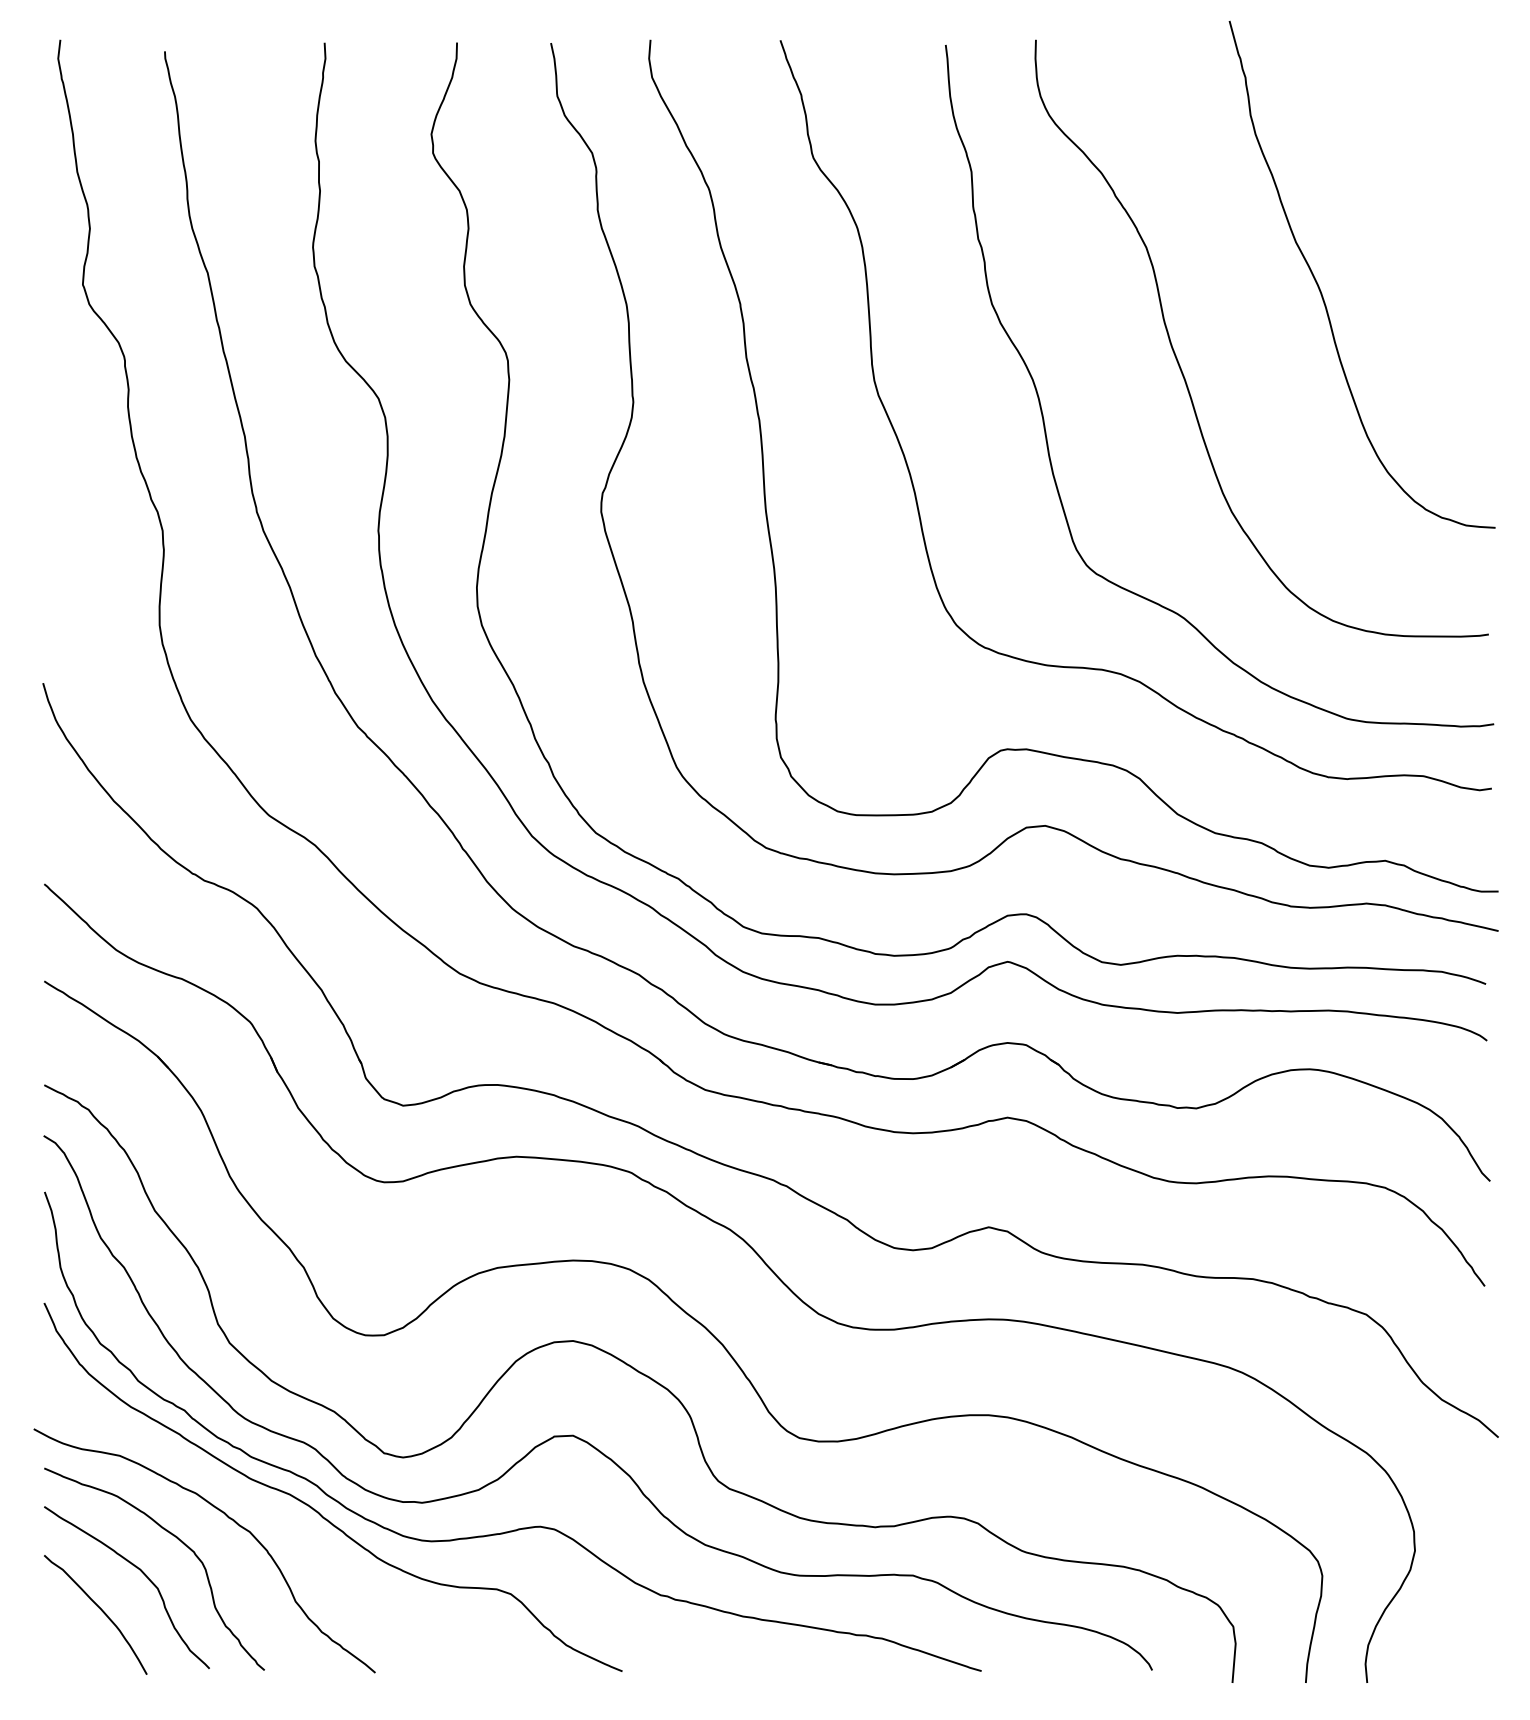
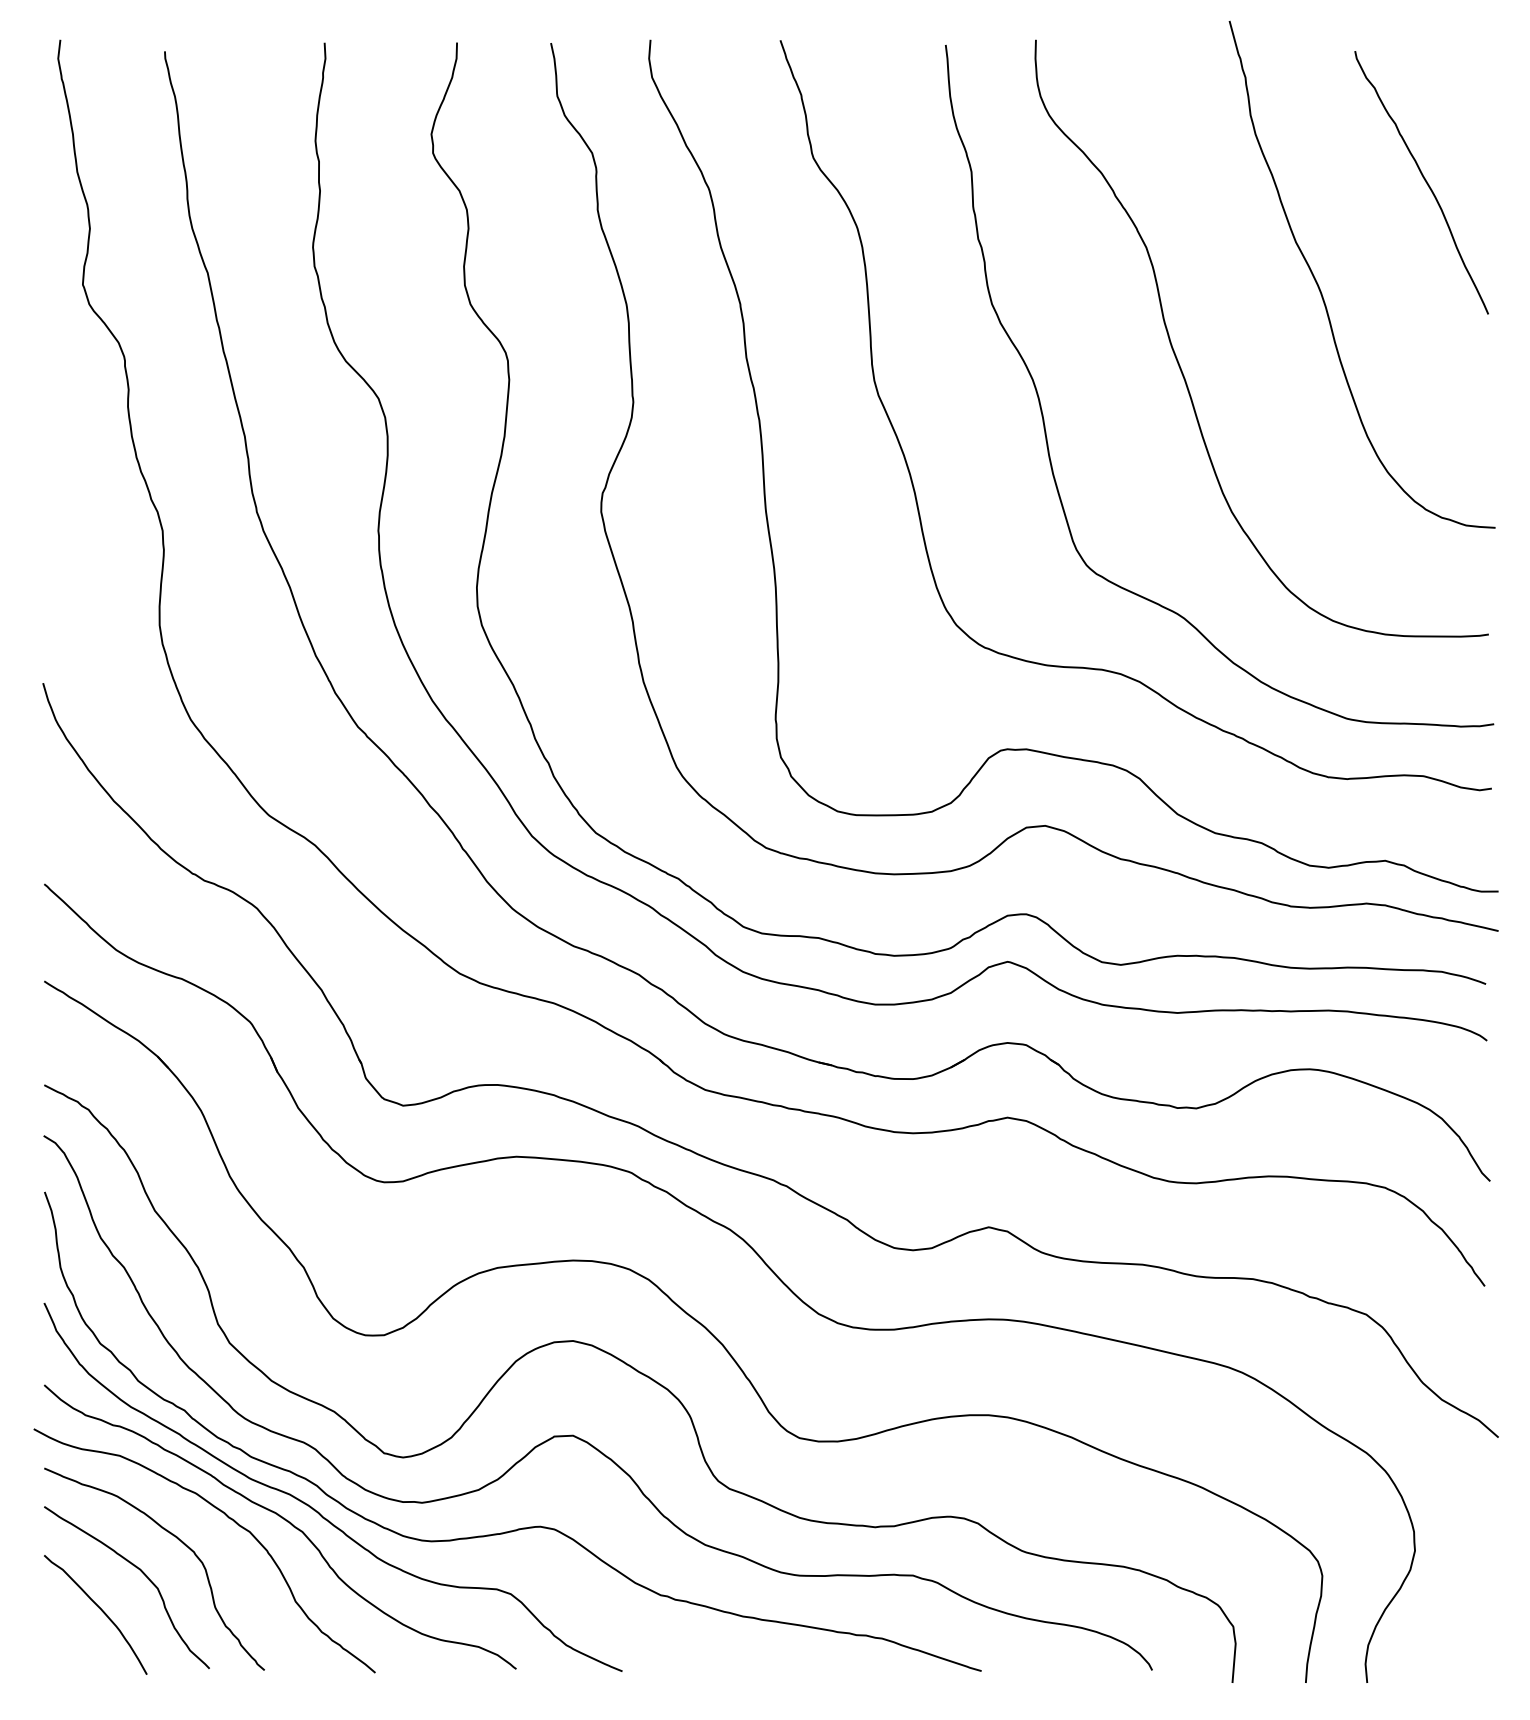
curve at (1424, 180): none -> present
curve at (284, 1520): none -> present
